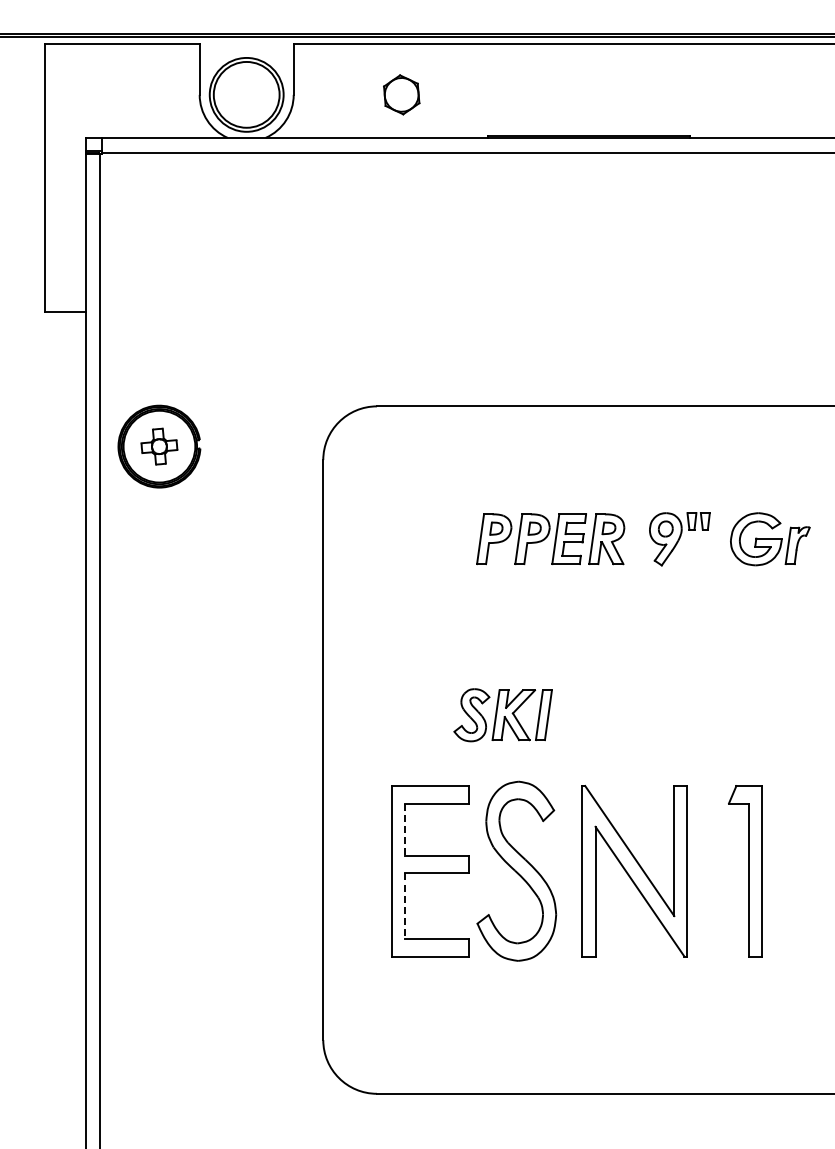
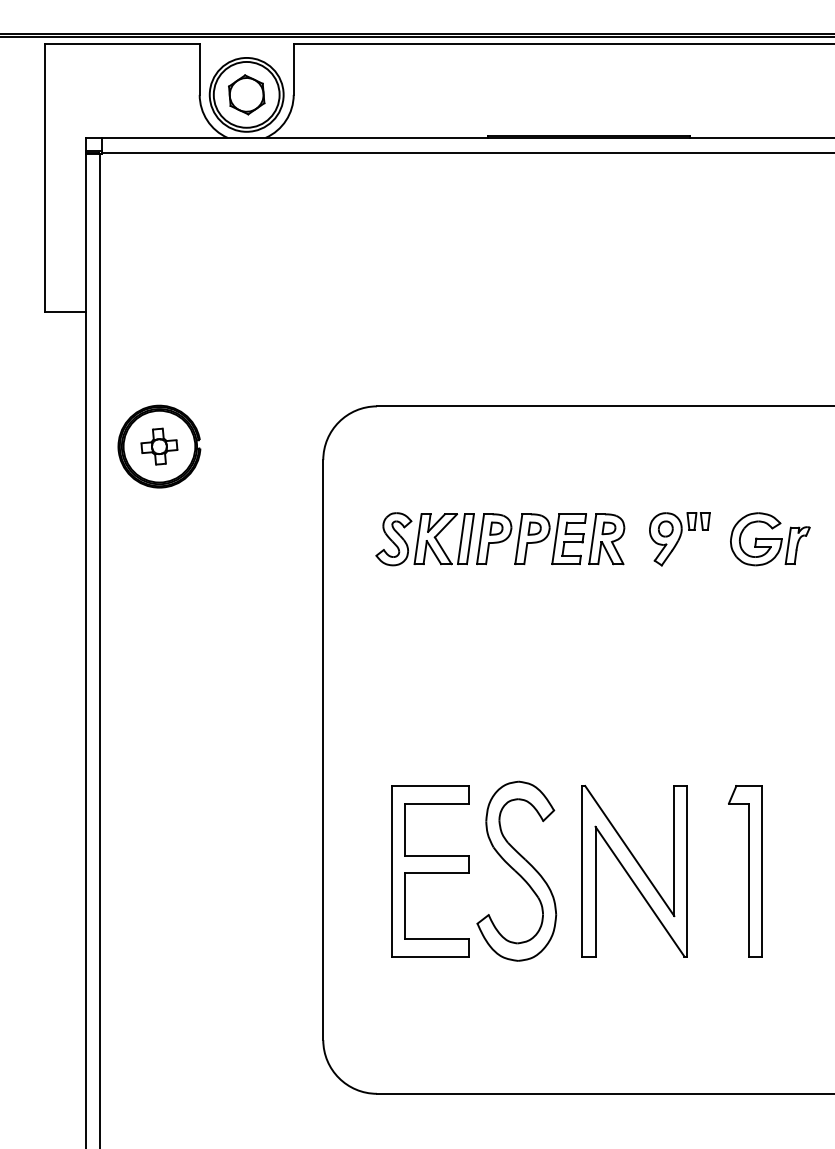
part at (401, 94) position: (401, 94) -> (246, 94)
part at (502, 715) position: (502, 715) -> (424, 539)
line at (405, 830): dashed -> solid
line at (405, 906): dashed -> solid
